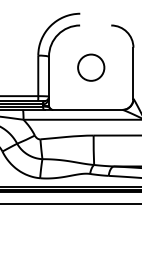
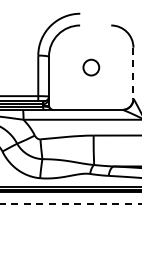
circle at (91, 67) size: 29x29 px -> 19x19 px
line at (133, 73): solid -> dashed
line at (71, 203): solid -> dashed
